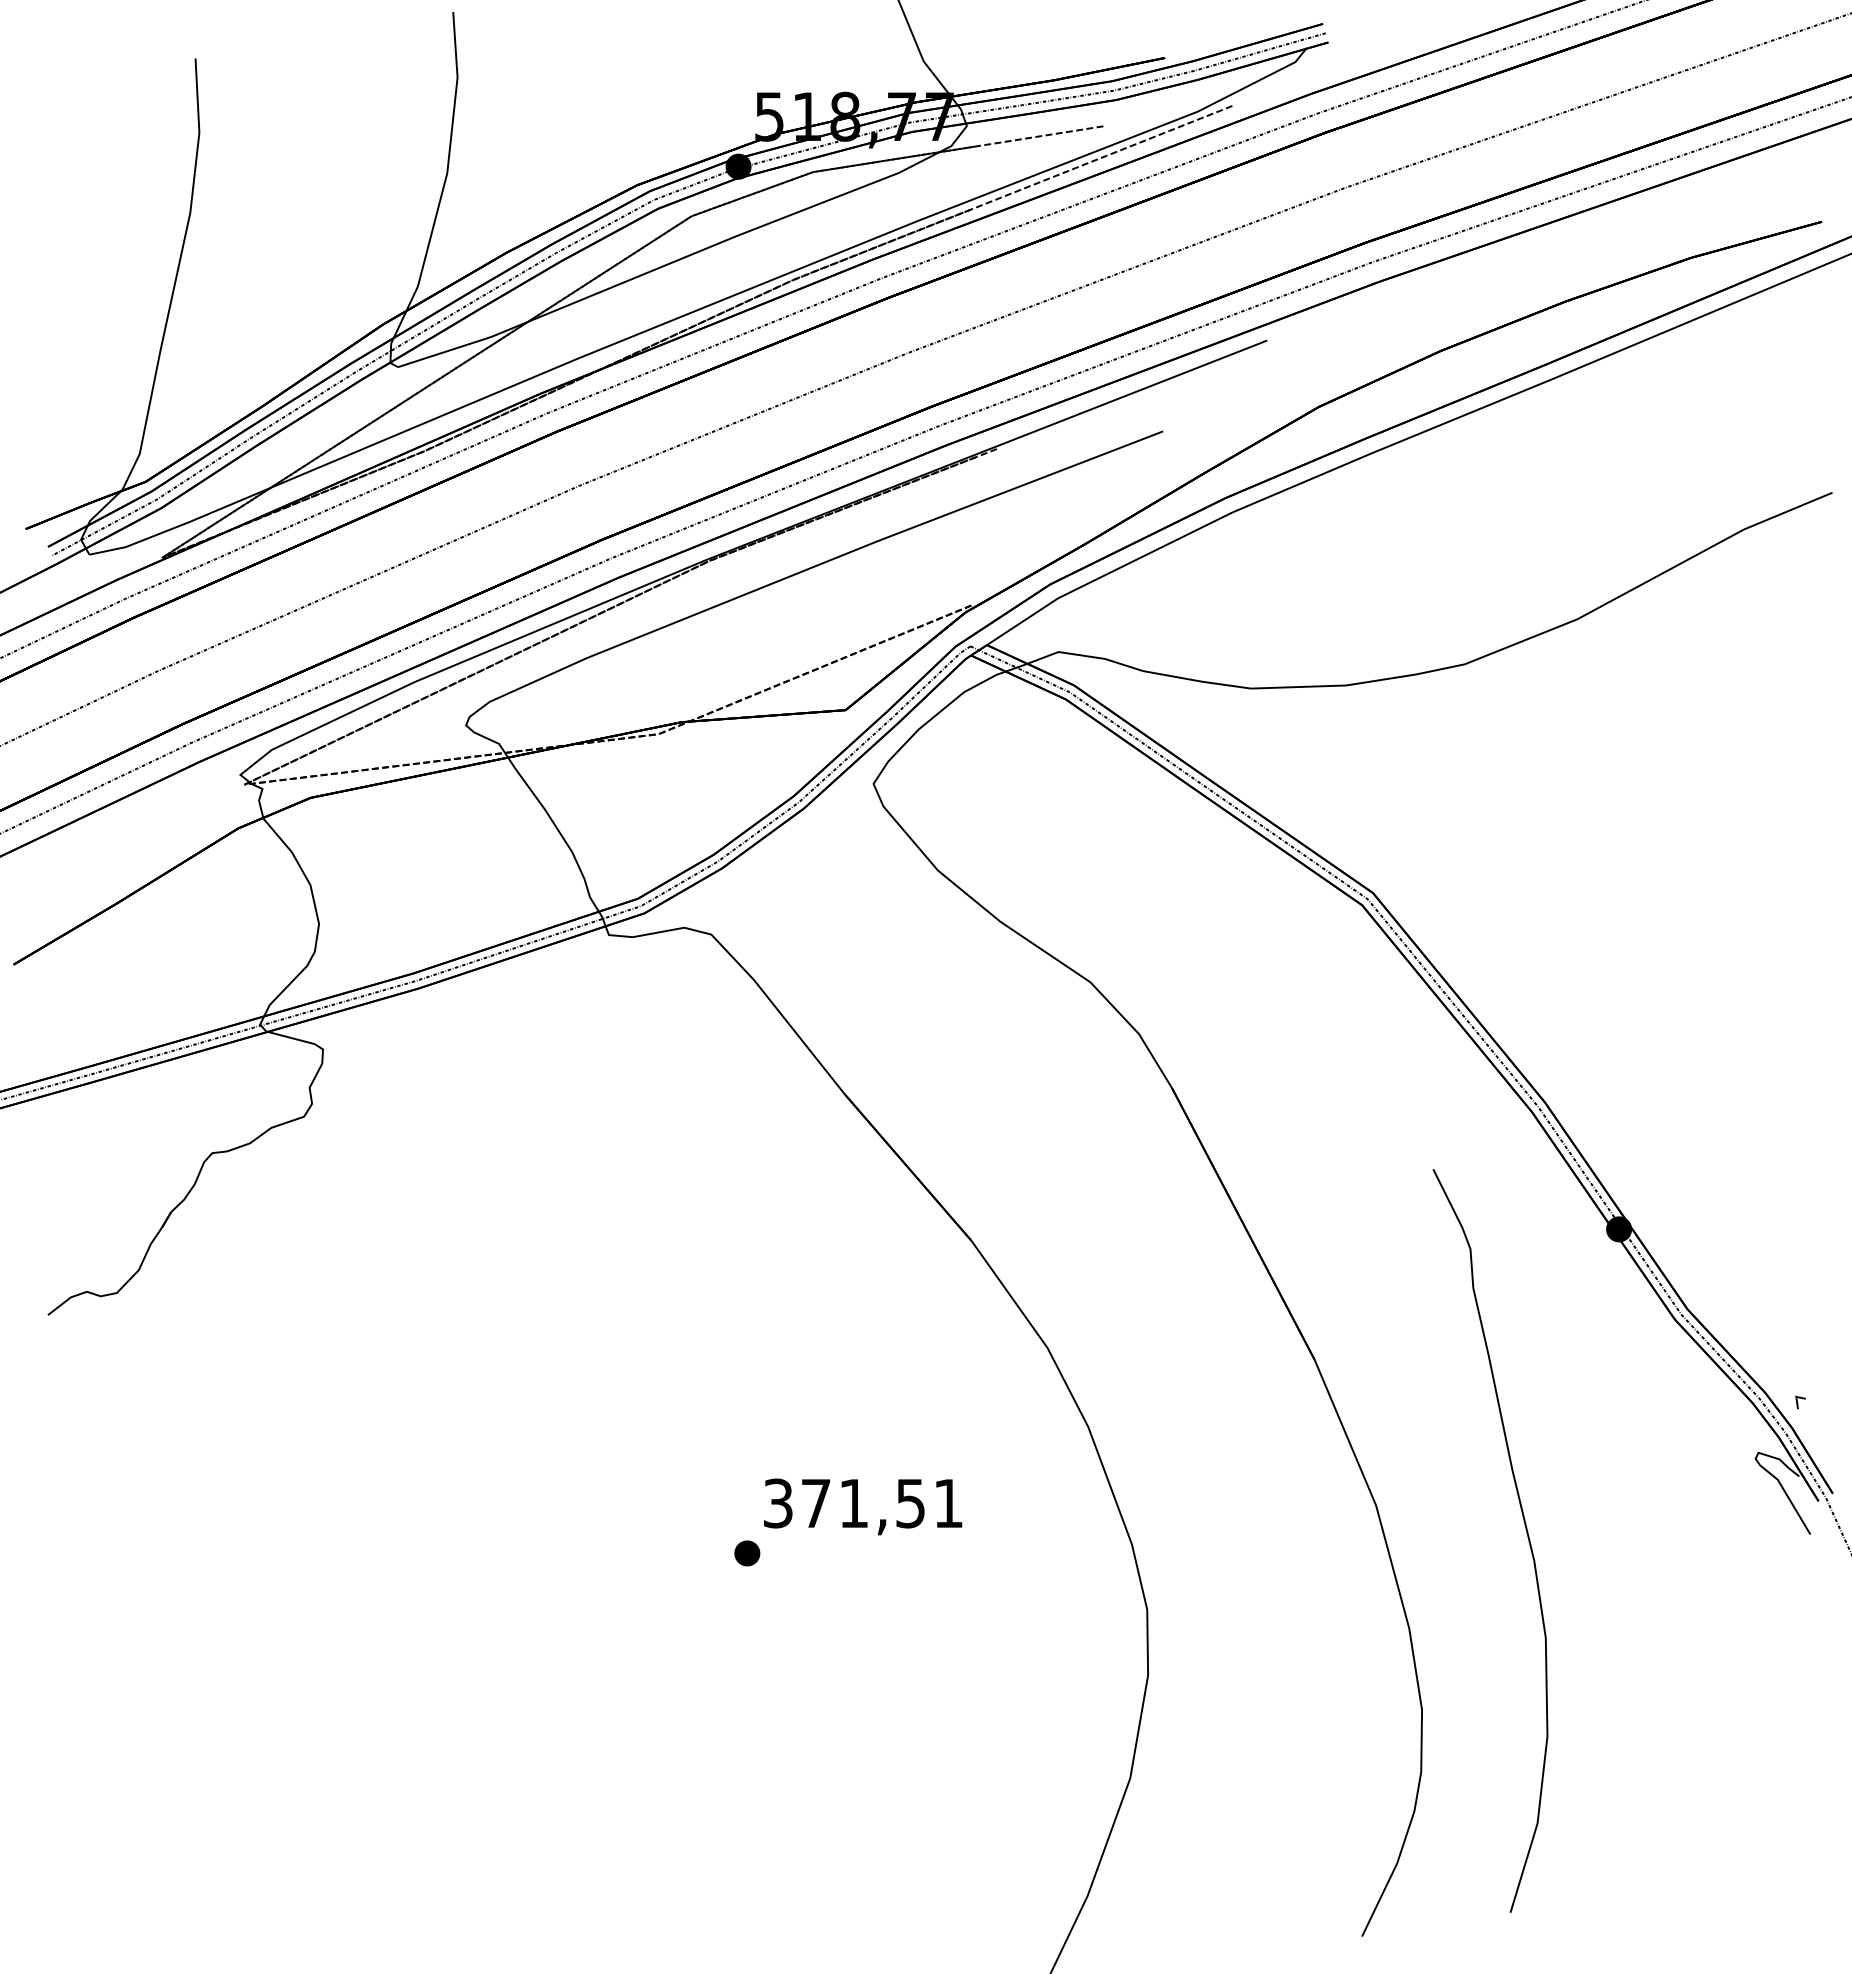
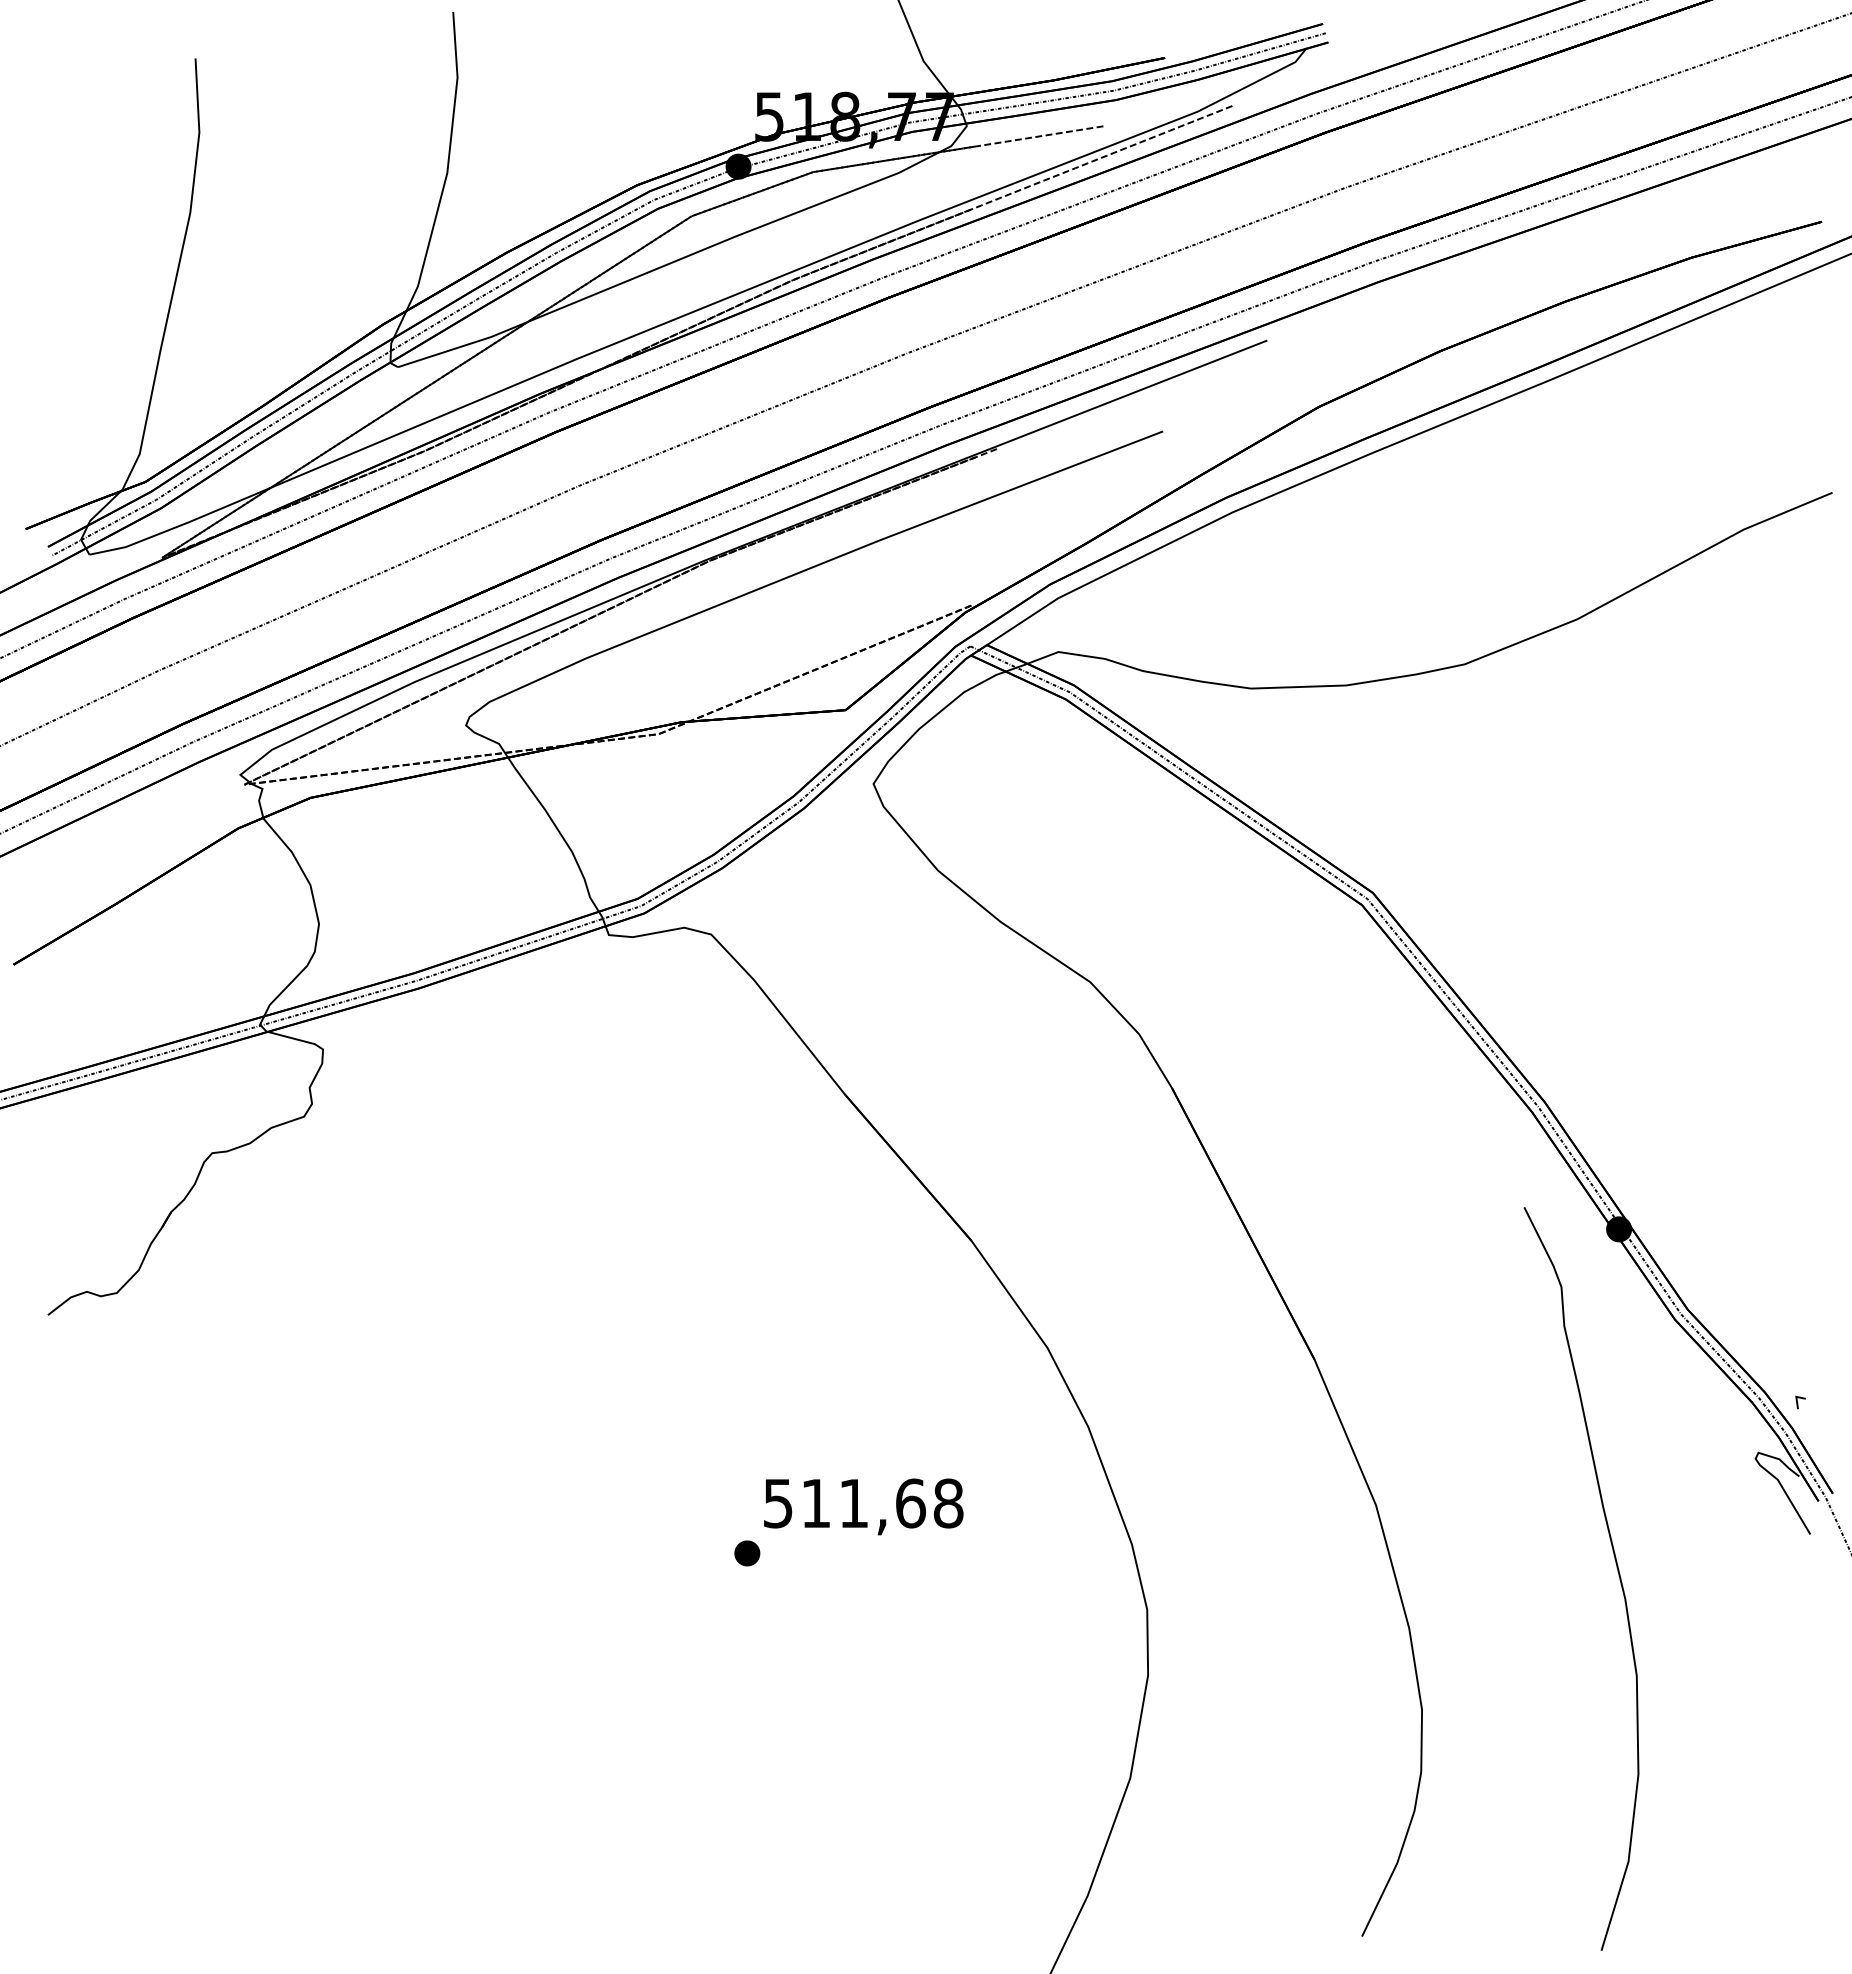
text at (863, 1503): 371,51 -> 511,68
curve at (1526, 1533) position: (1526, 1533) -> (1617, 1571)
